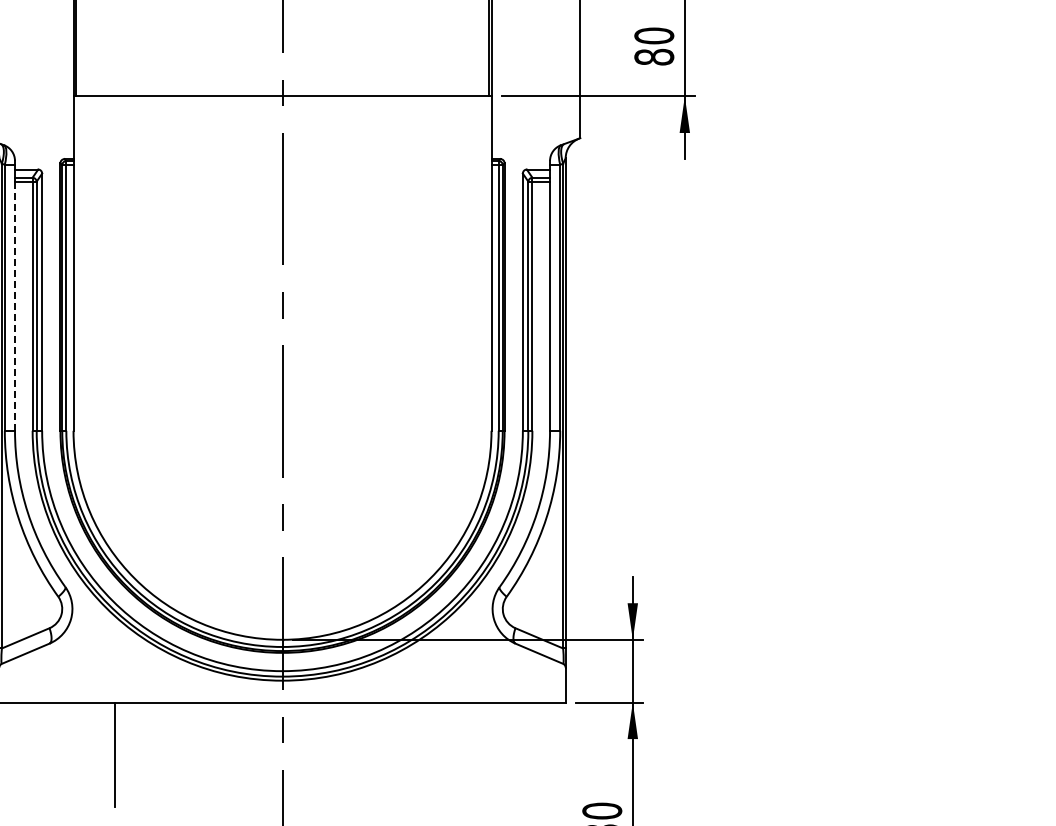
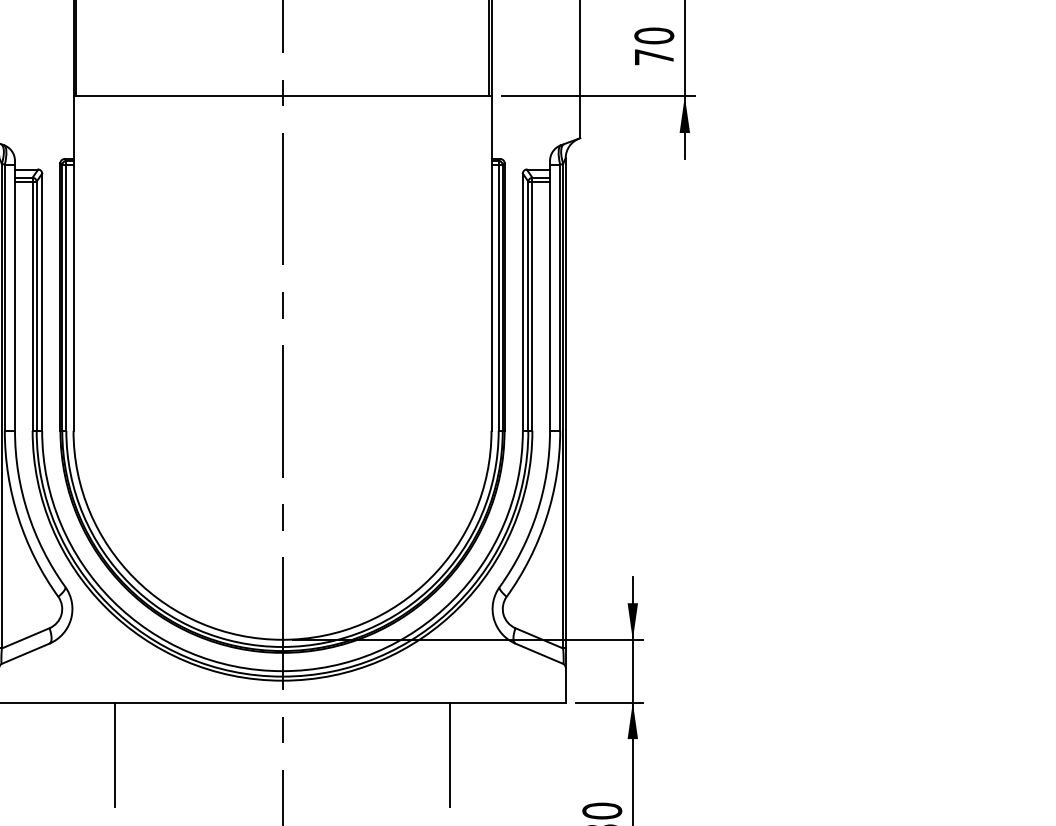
text at (654, 56): 80 -> 70
line at (15, 306): dashed -> solid
line at (449, 754): none -> present
